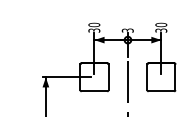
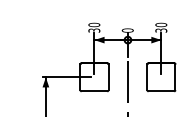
text at (127, 30): 3 -> 0
